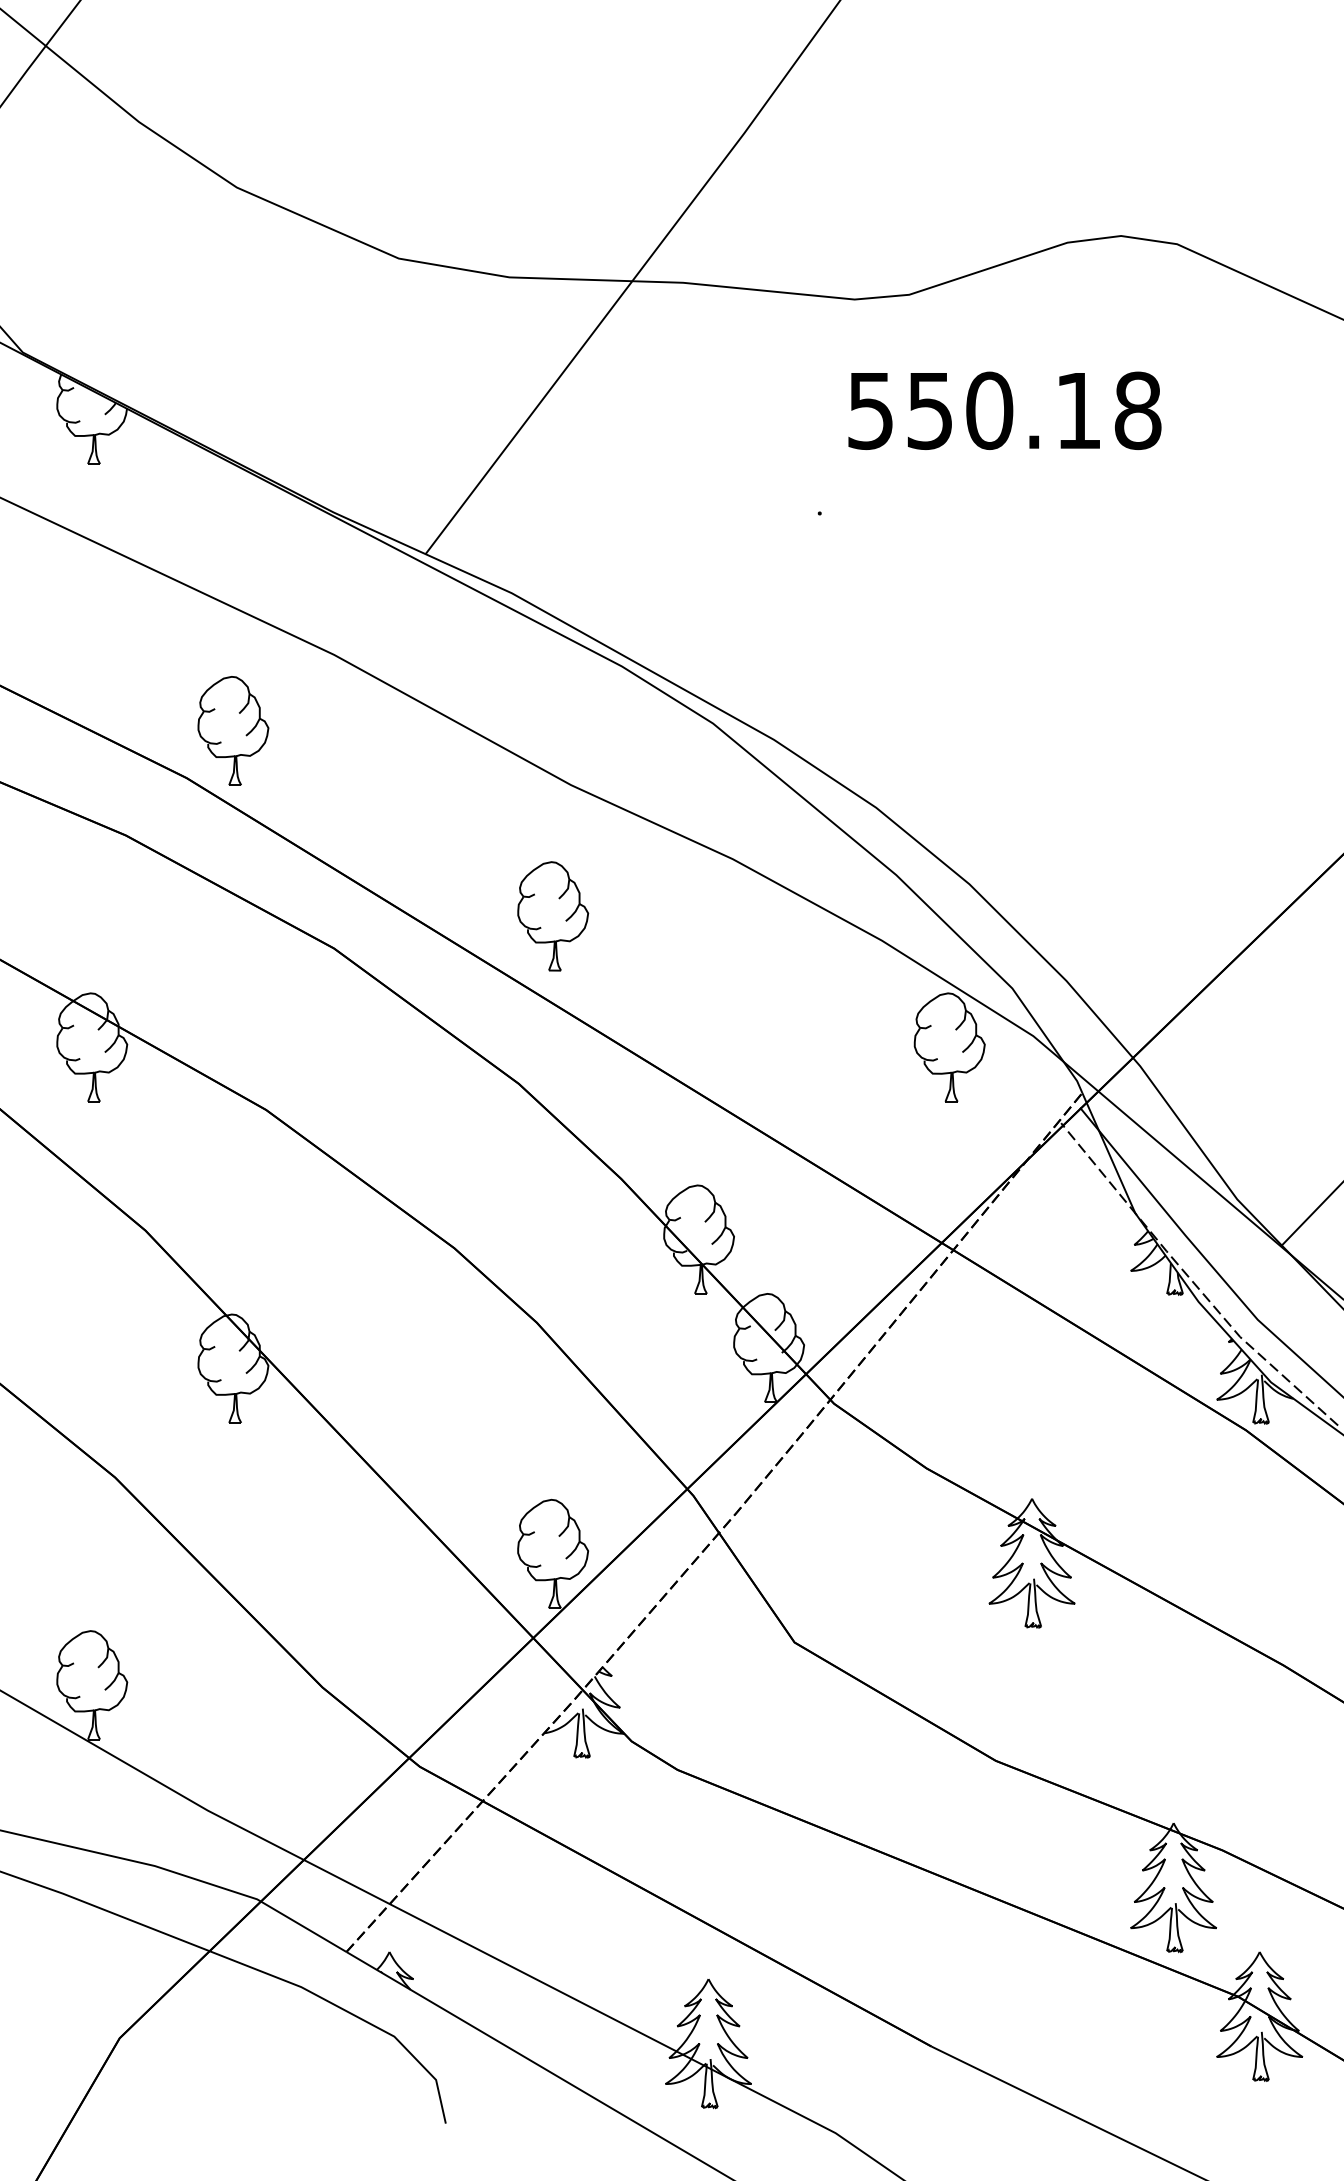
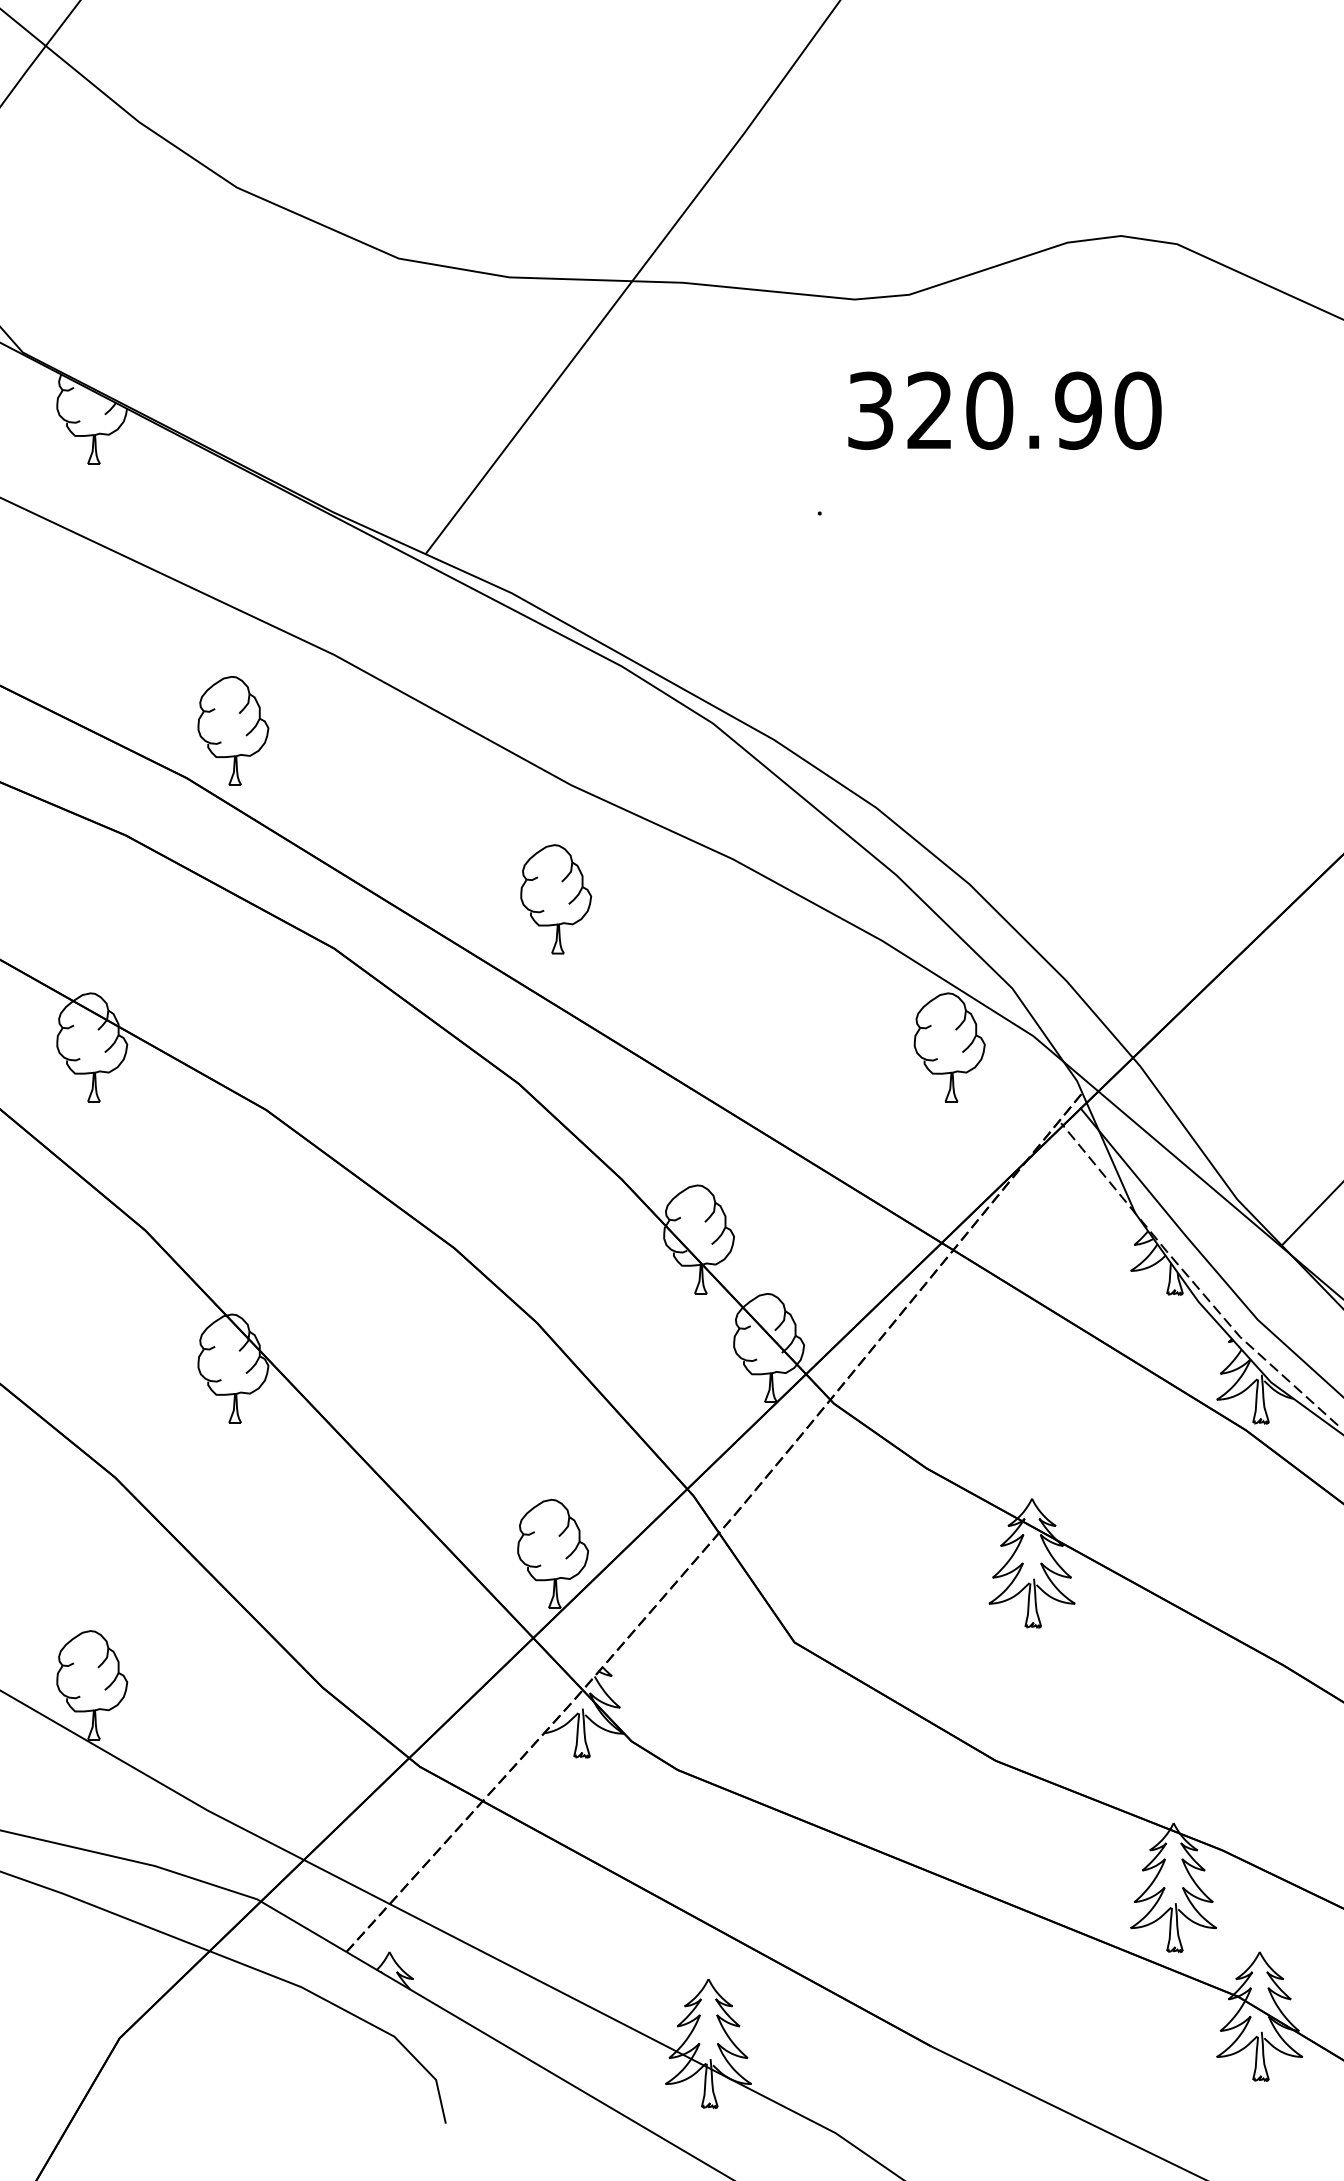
text at (1004, 410): 550.18 -> 320.90
part at (553, 916) position: (553, 916) -> (556, 899)
